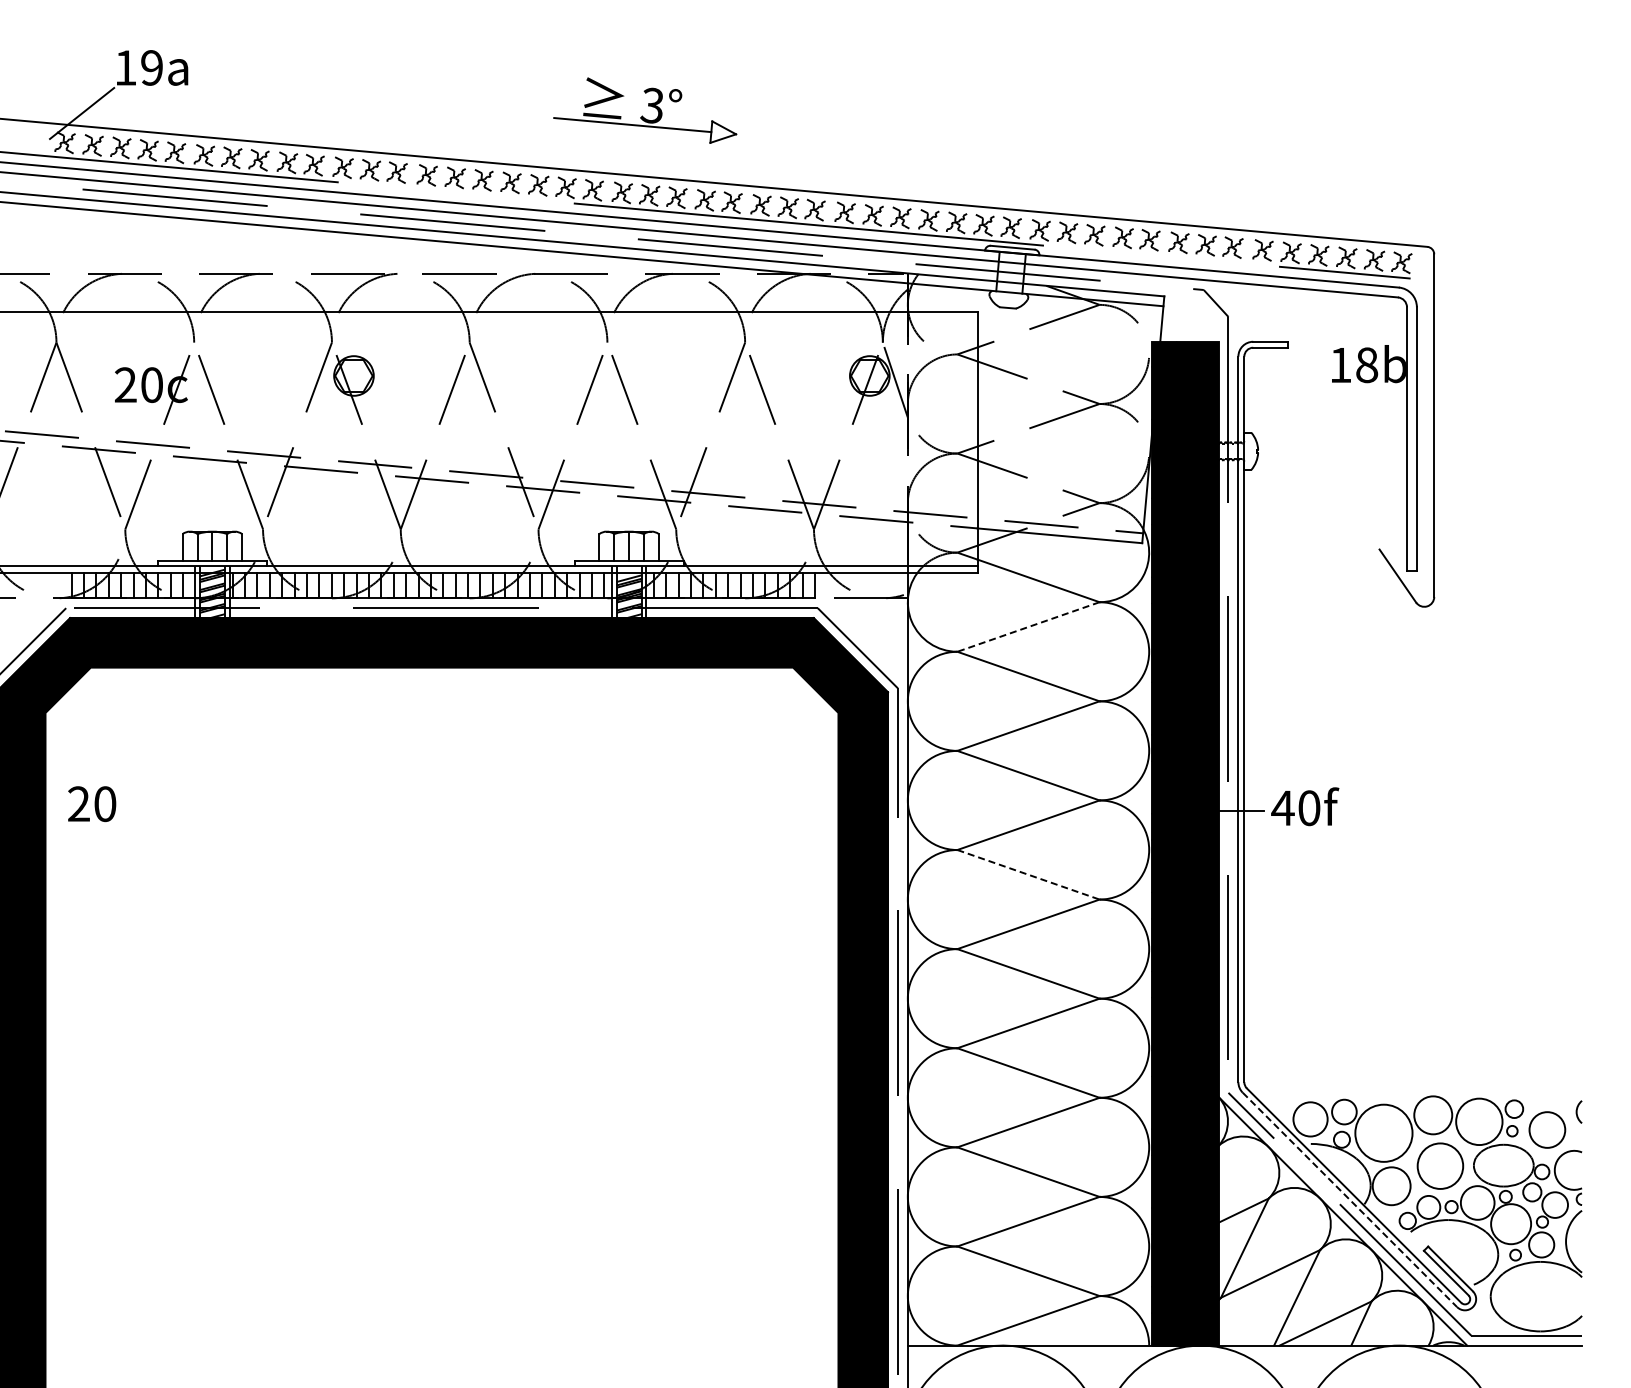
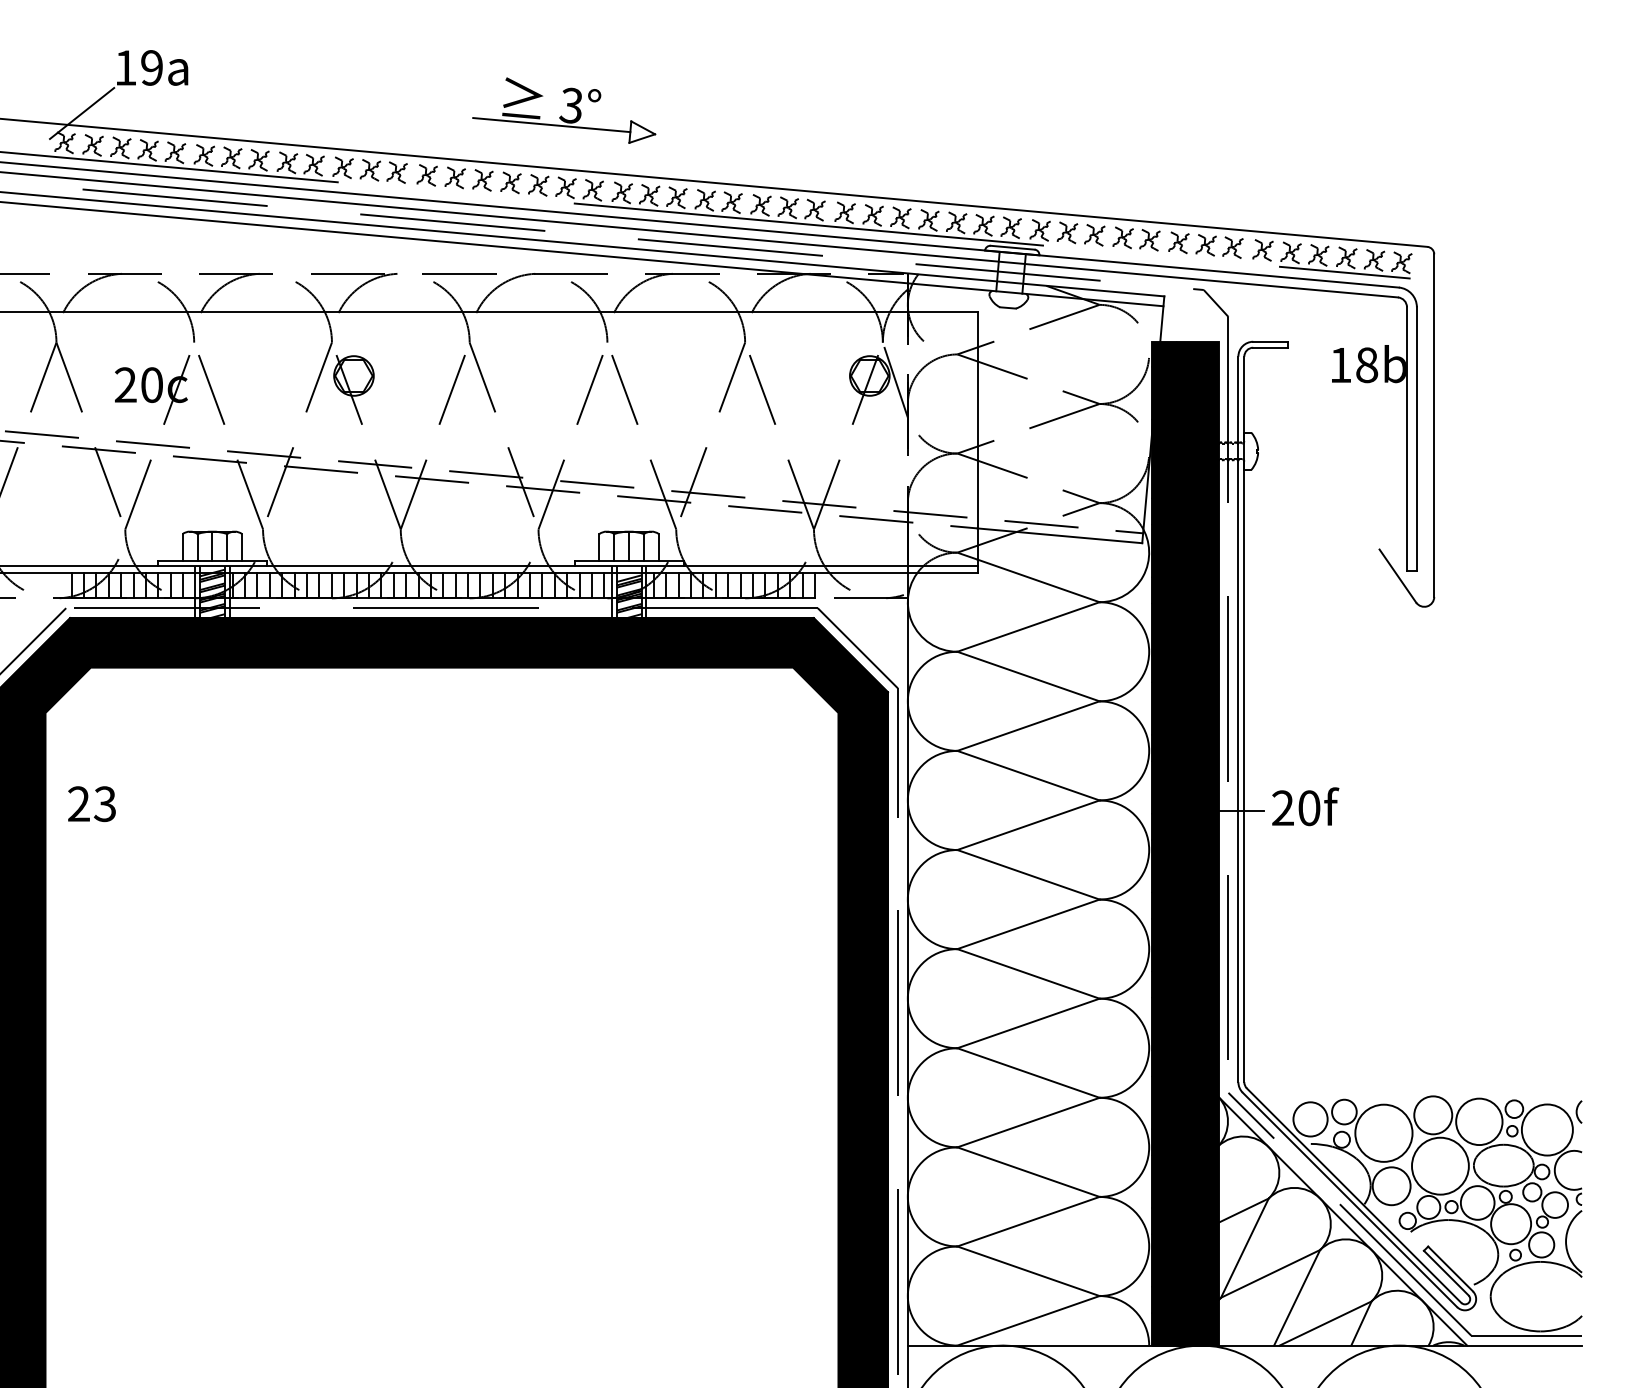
part at (645, 110) position: (645, 110) -> (564, 110)
line at (1028, 627): dashed -> solid
text at (104, 803): 20 -> 23
text at (1282, 807): 40f -> 20f
line at (1028, 874): dashed -> solid
circle at (1547, 1129) diameter: 36 px -> 51 px
circle at (1440, 1165) diameter: 46 px -> 57 px
line at (1349, 1199): dashed -> solid
